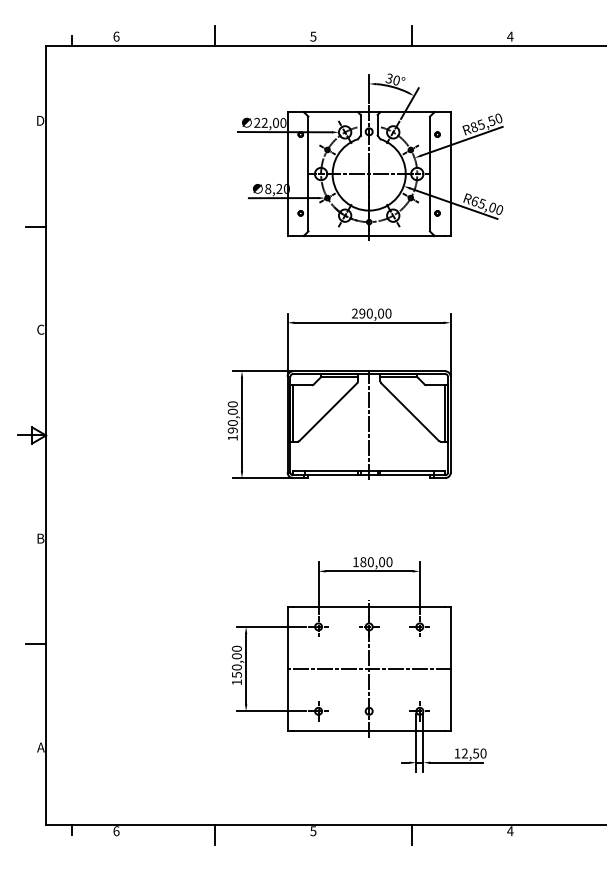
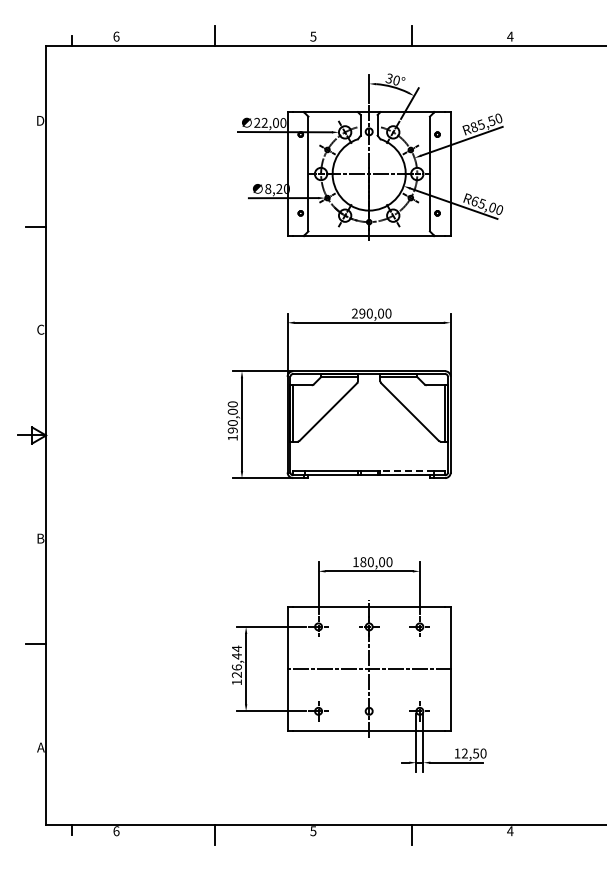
line at (369, 424): present -> none
line at (407, 470): solid -> dashed
text at (236, 661): 150,00 -> 126,44
